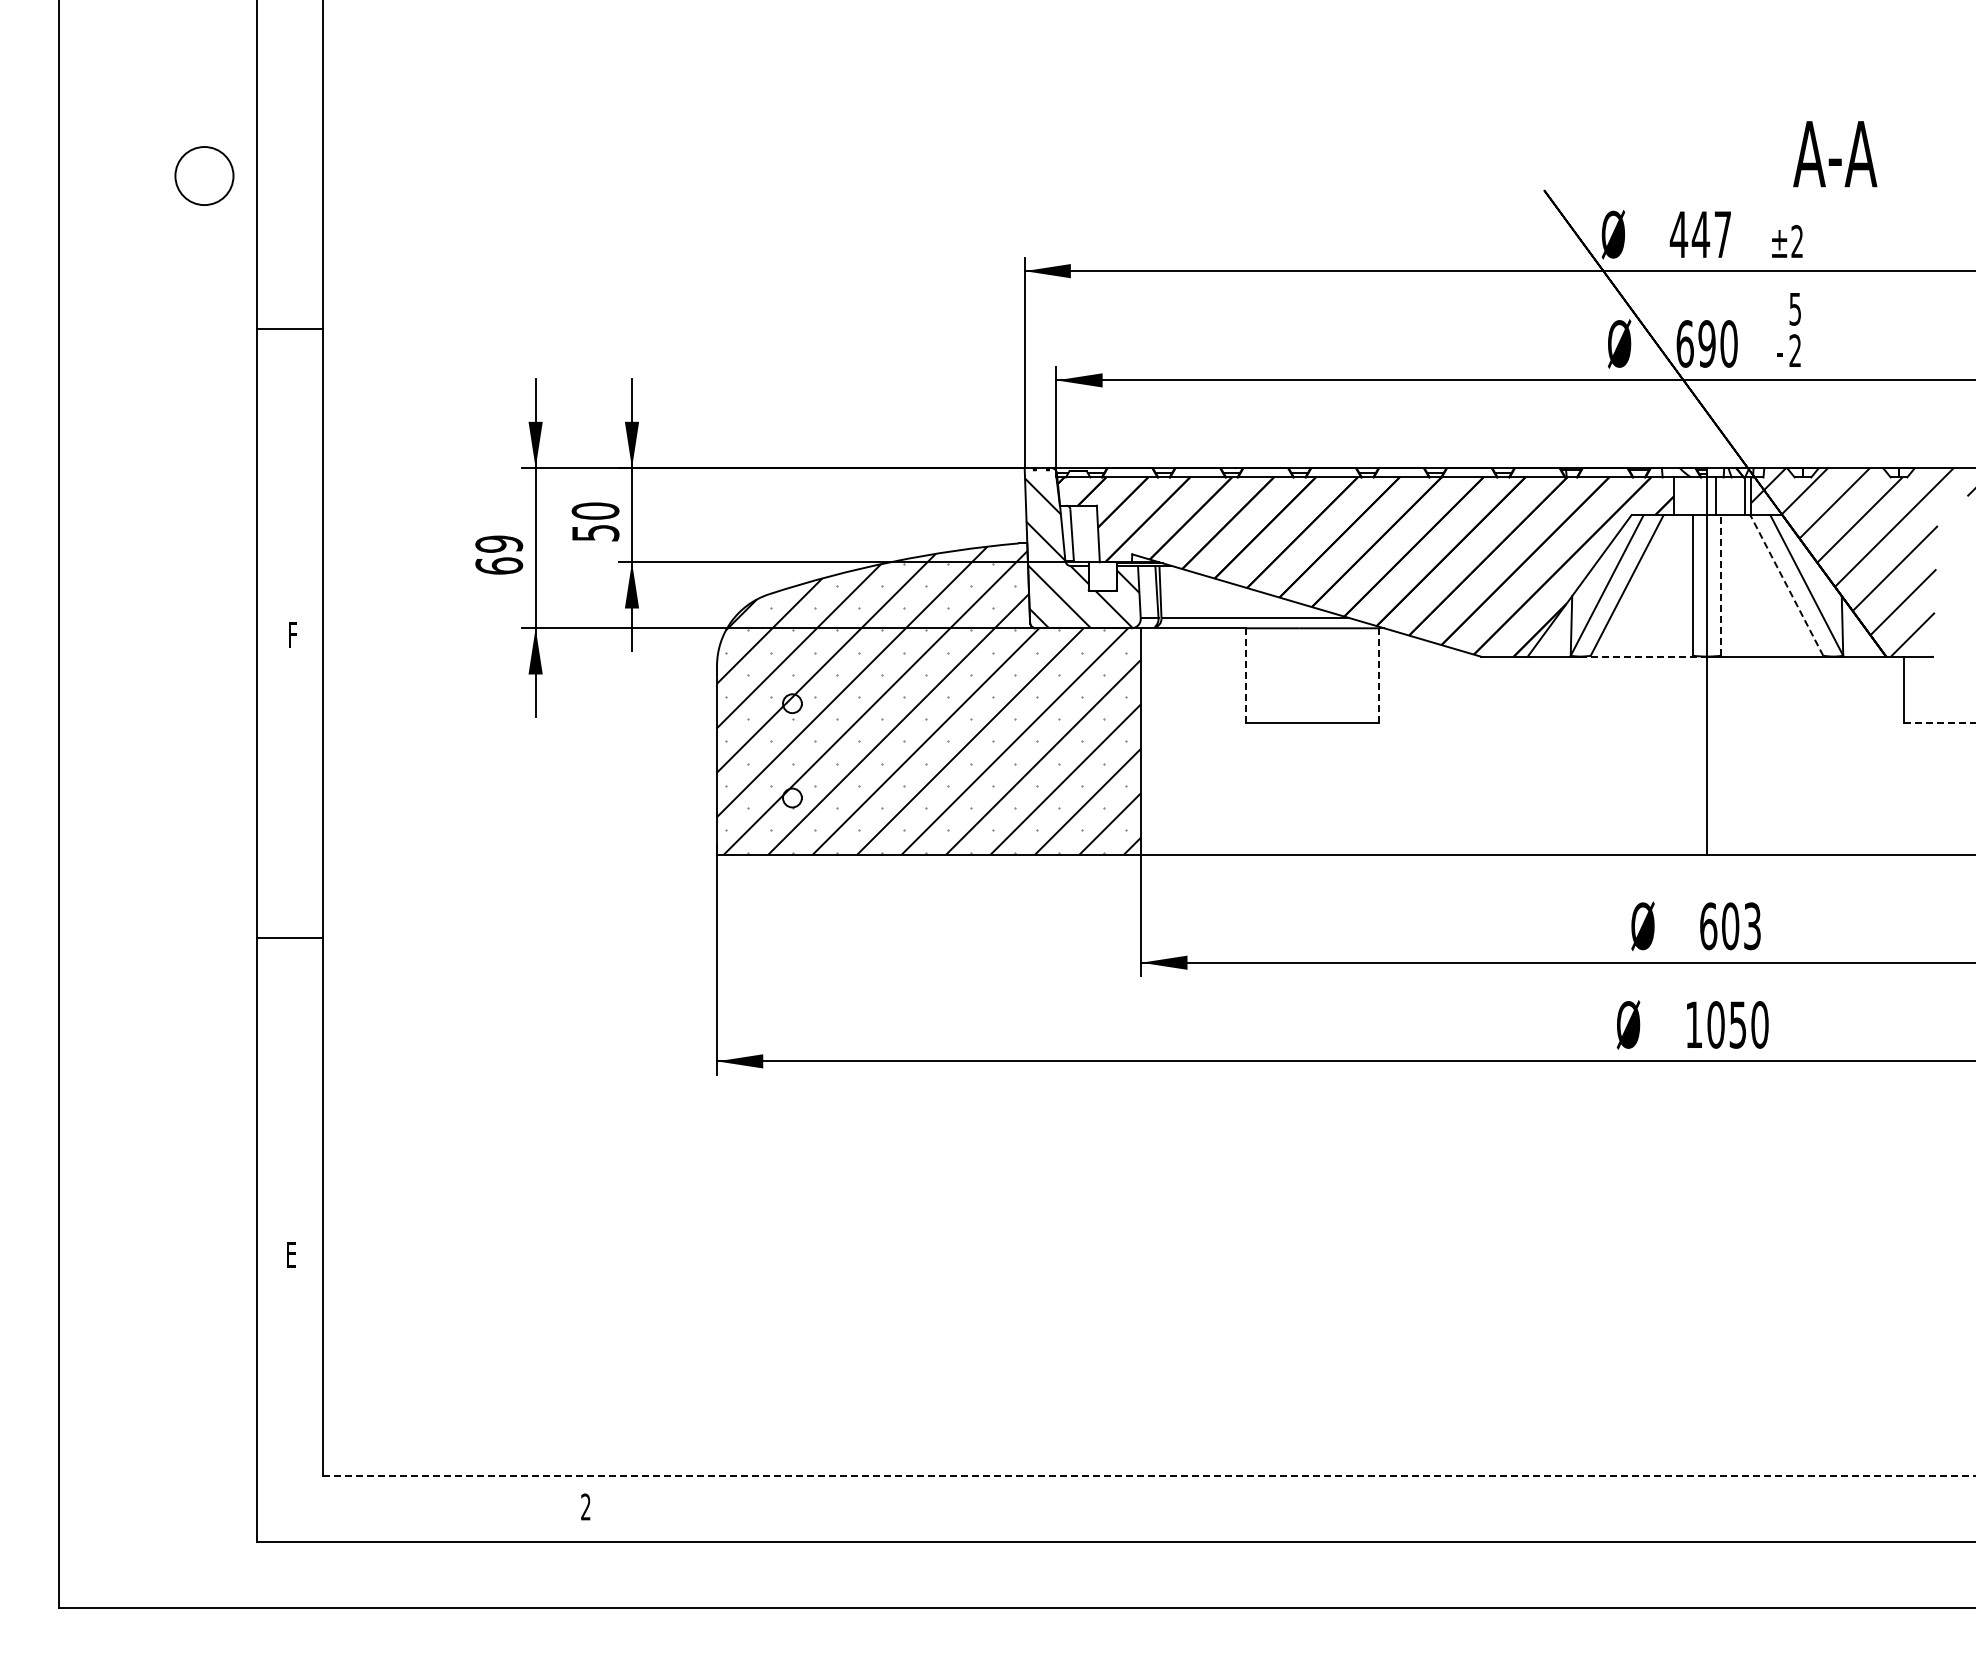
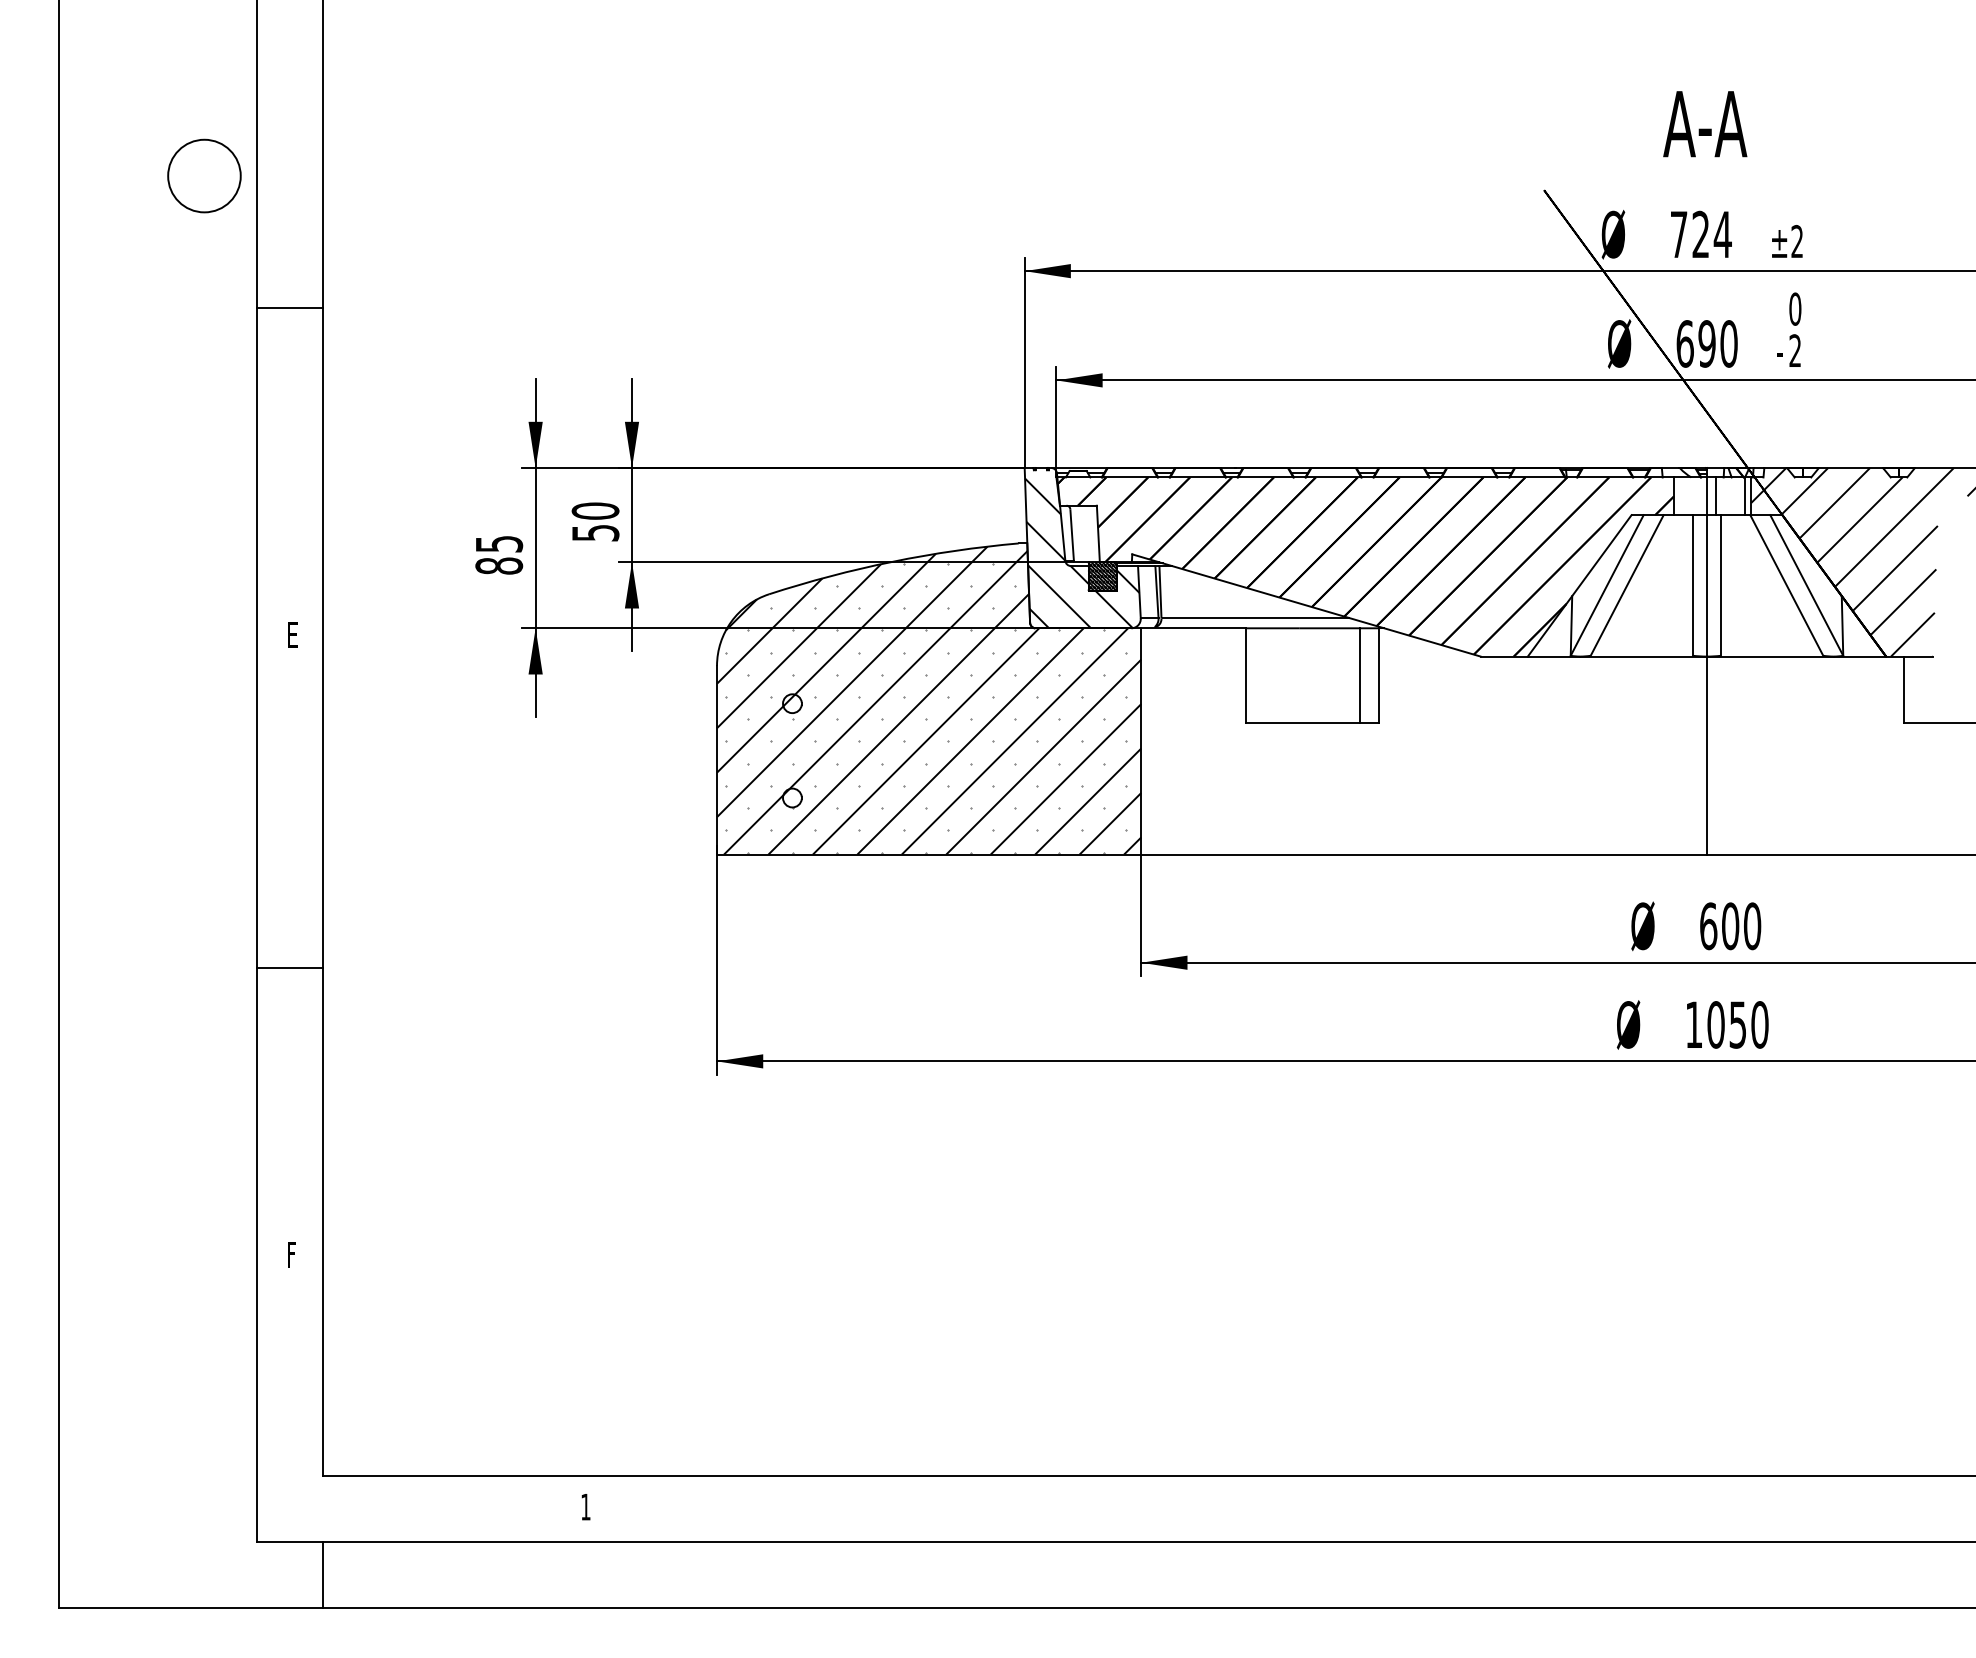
text at (1835, 154) position: (1835, 154) -> (1705, 124)
circle at (204, 175) size: 61x60 px -> 75x76 px
text at (1700, 233): 447 -> 724
text at (1795, 308): 5 -> 0
line at (290, 329) position: (290, 329) -> (290, 308)
text at (498, 554): 69 -> 85
hatch at (1102, 576): none -> present
line at (1721, 584): dashed -> solid
line at (1786, 585): dashed -> solid
text at (292, 634): F -> E
line at (1644, 656): dashed -> solid
line at (1245, 674): dashed -> solid
line at (1360, 675): none -> present
line at (1379, 675): dashed -> solid
line at (1940, 722): dashed -> solid
text at (1752, 926): 603 -> 600
line at (290, 938) position: (290, 938) -> (290, 968)
text at (291, 1254): E -> F
line at (1149, 1476): dashed -> solid
text at (585, 1506): 2 -> 1
line at (323, 1575): none -> present
